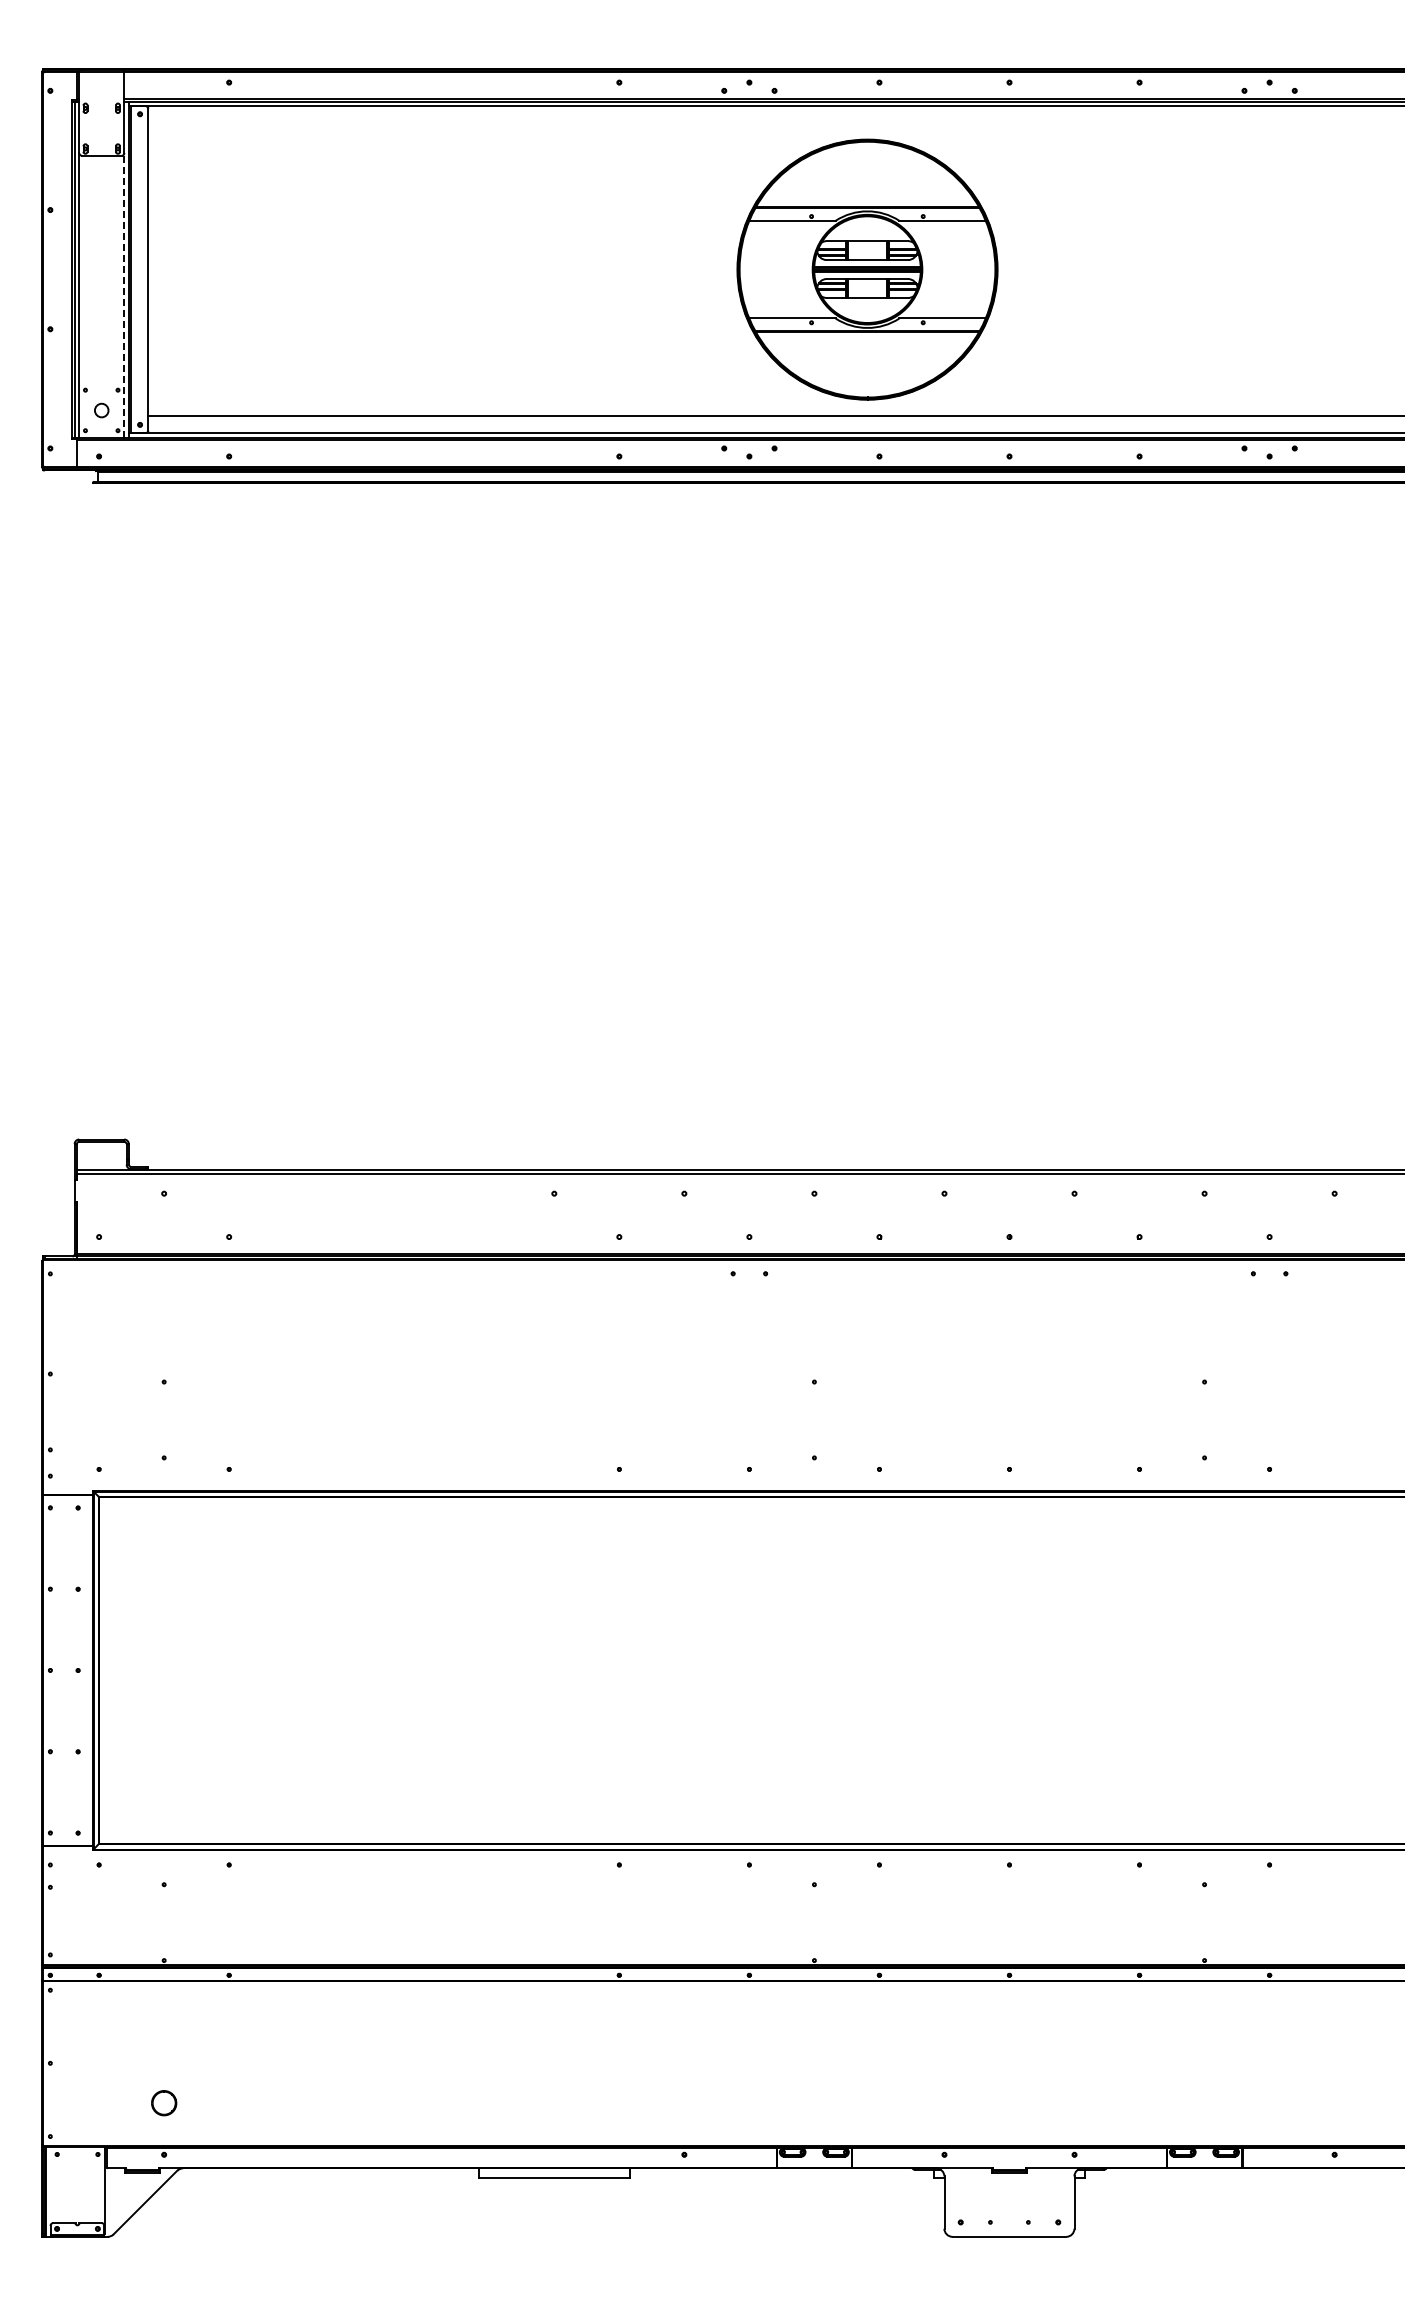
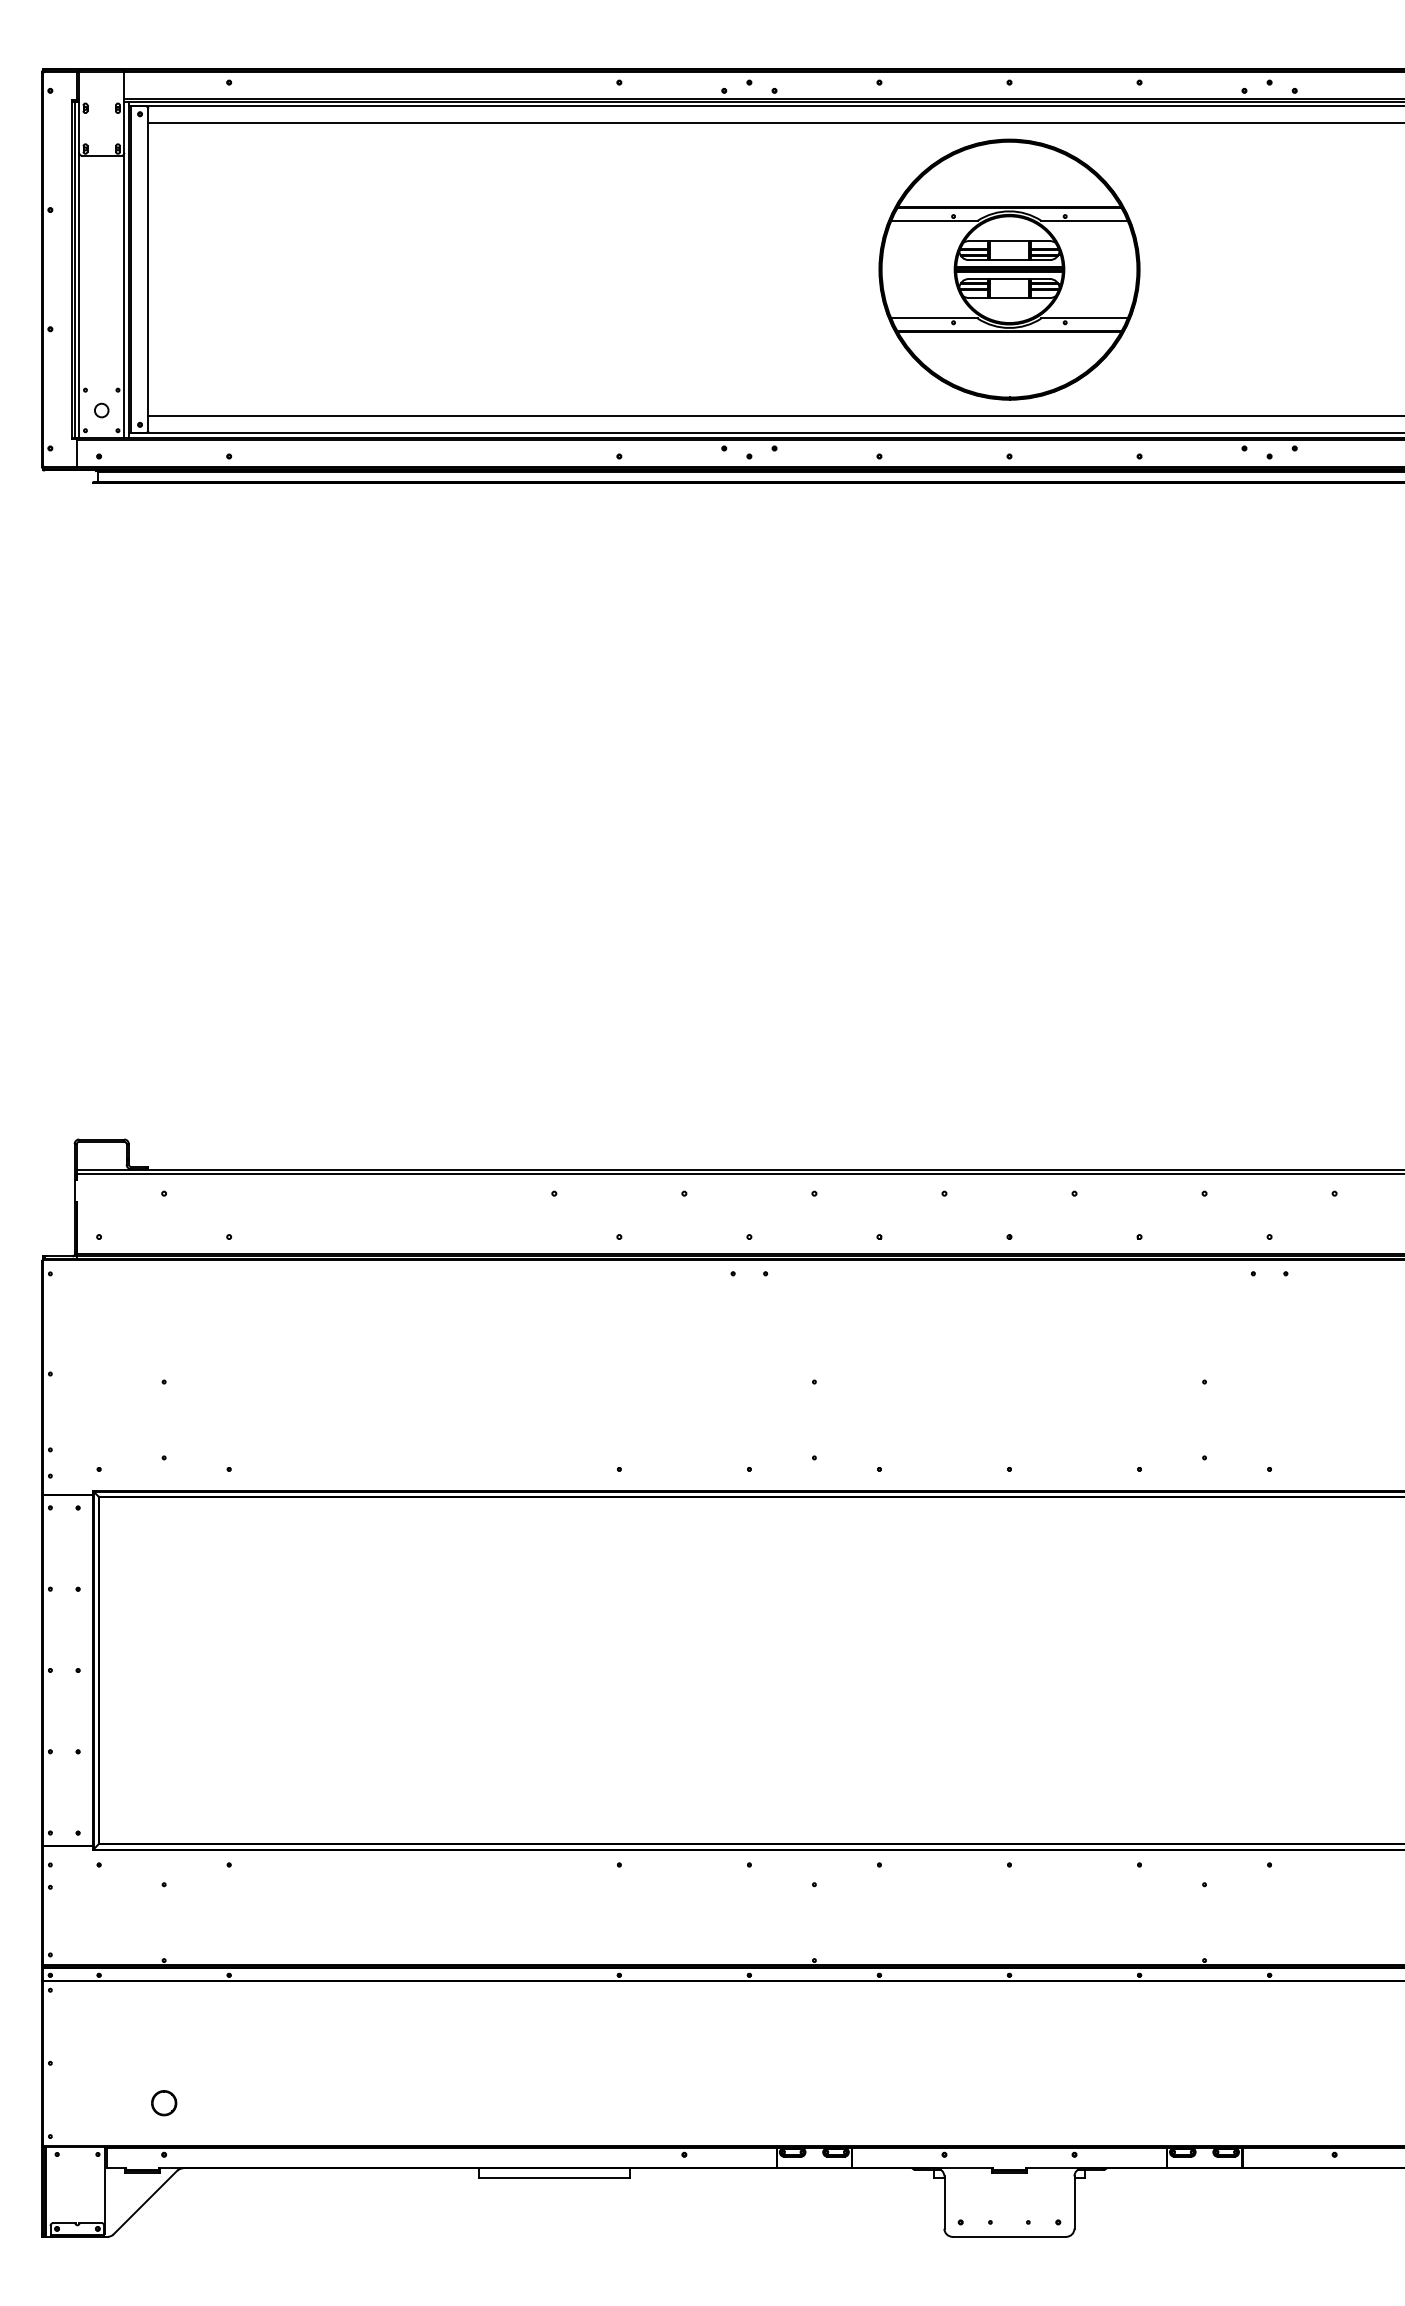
line at (774, 123): none -> present
part at (867, 269) position: (867, 269) -> (1009, 269)
line at (124, 294): dashed -> solid
